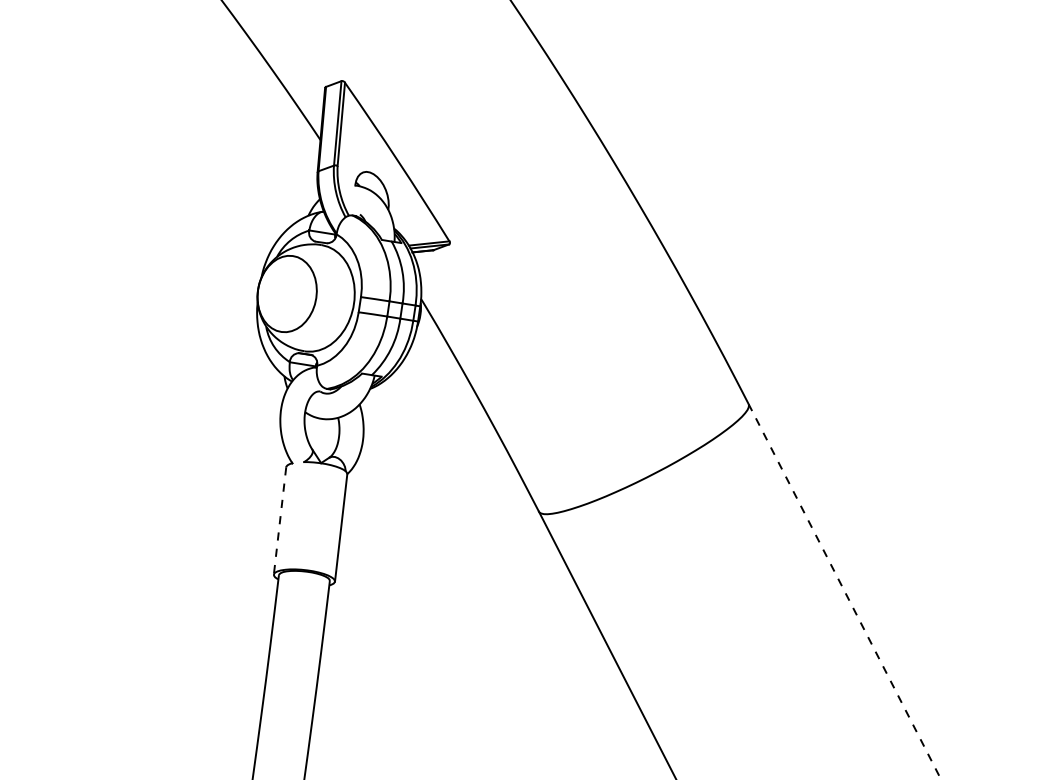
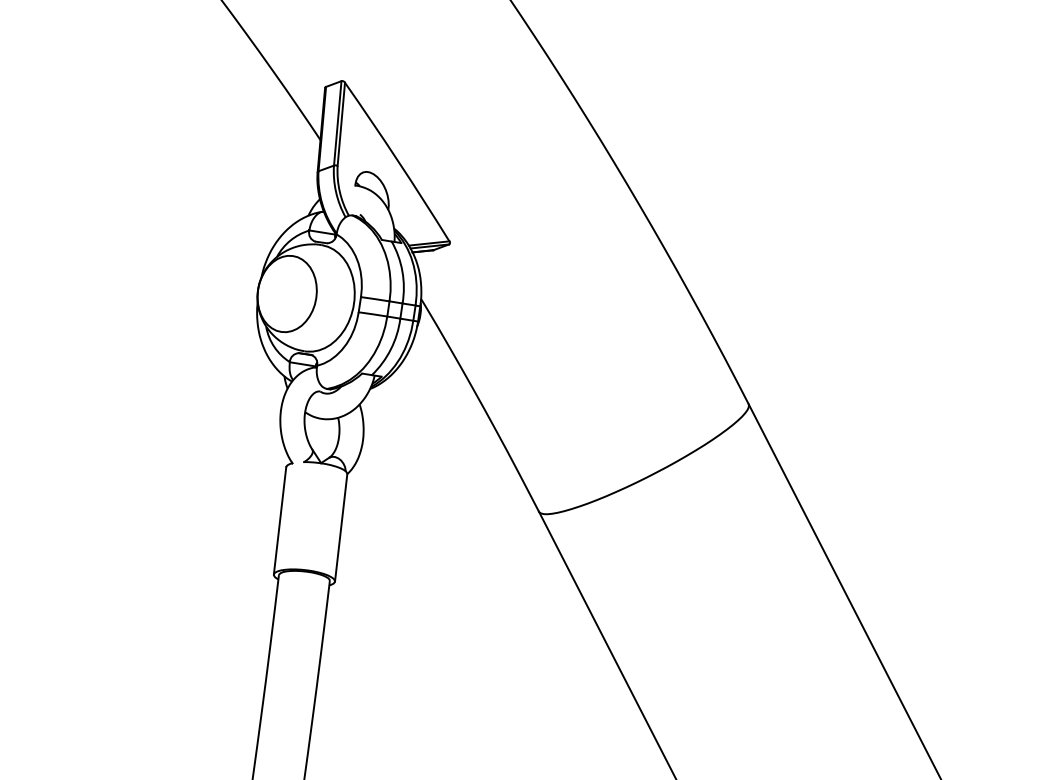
line at (280, 521): dashed -> solid
line at (844, 591): dashed -> solid
